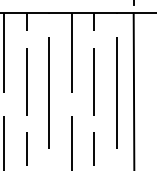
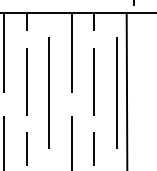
line at (133, 90) position: (133, 90) -> (126, 90)
